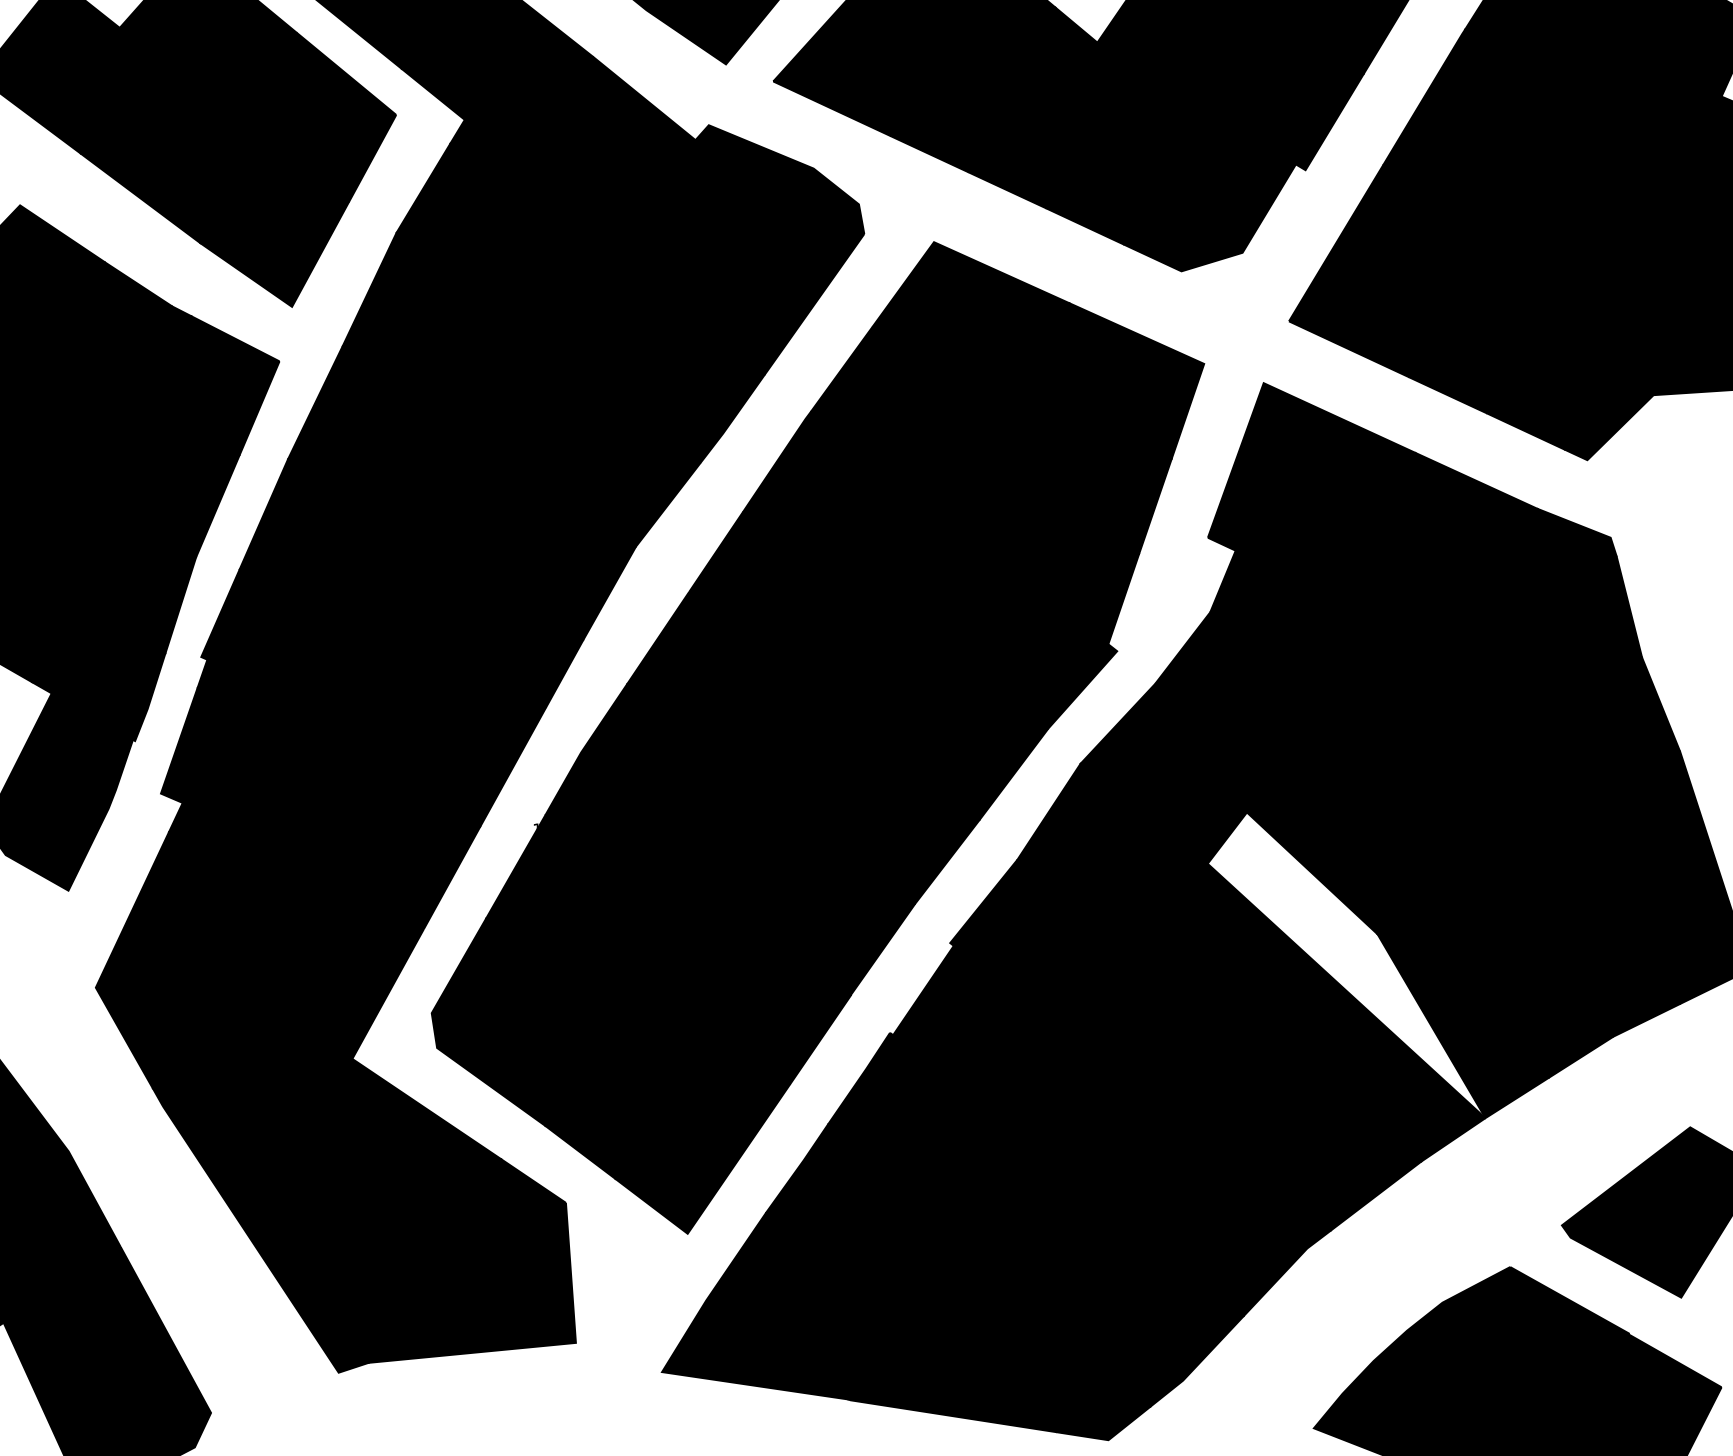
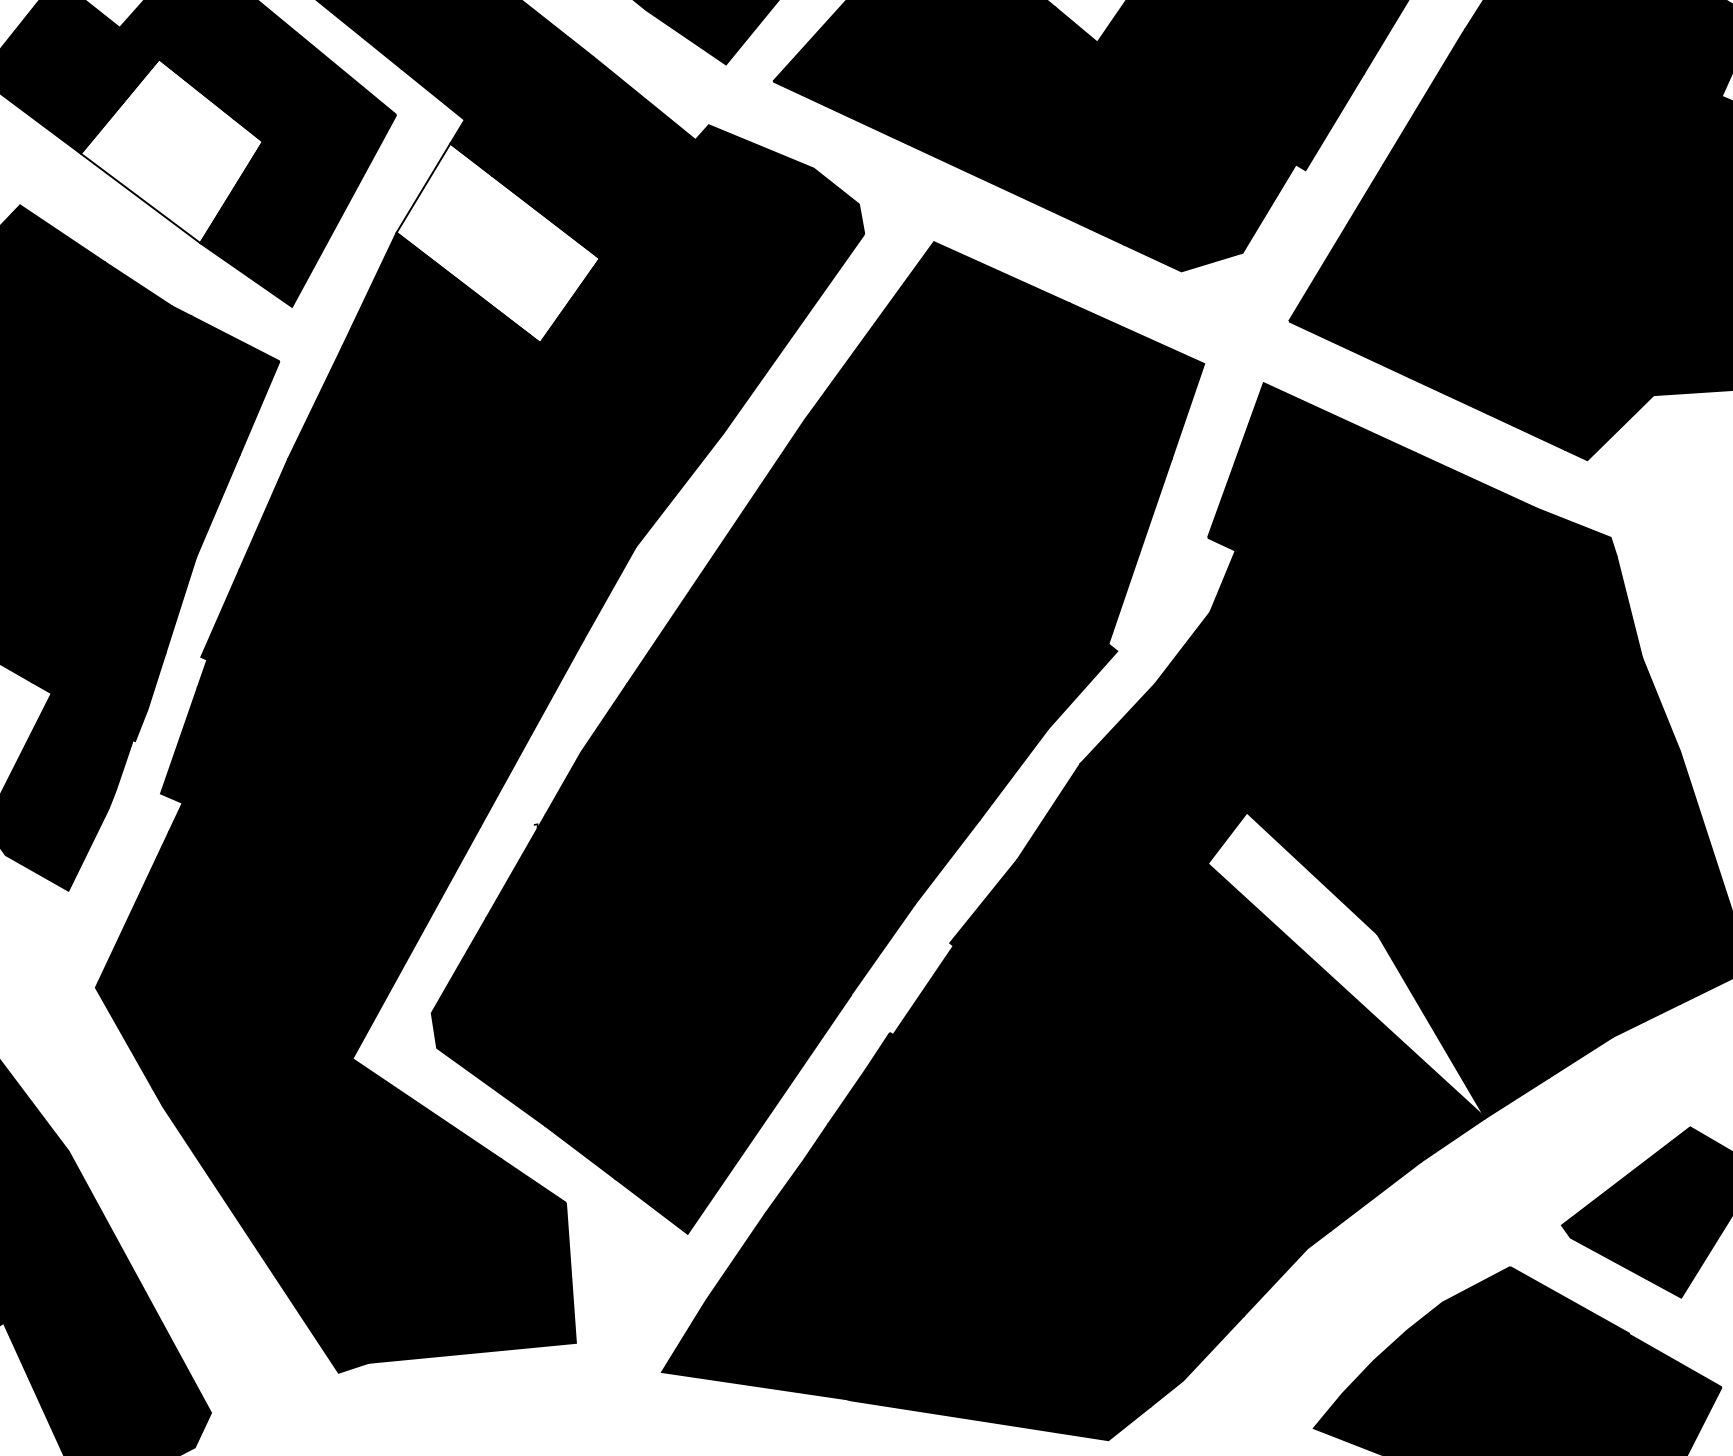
fill at (171, 151): present -> none
fill at (497, 243): present -> none
